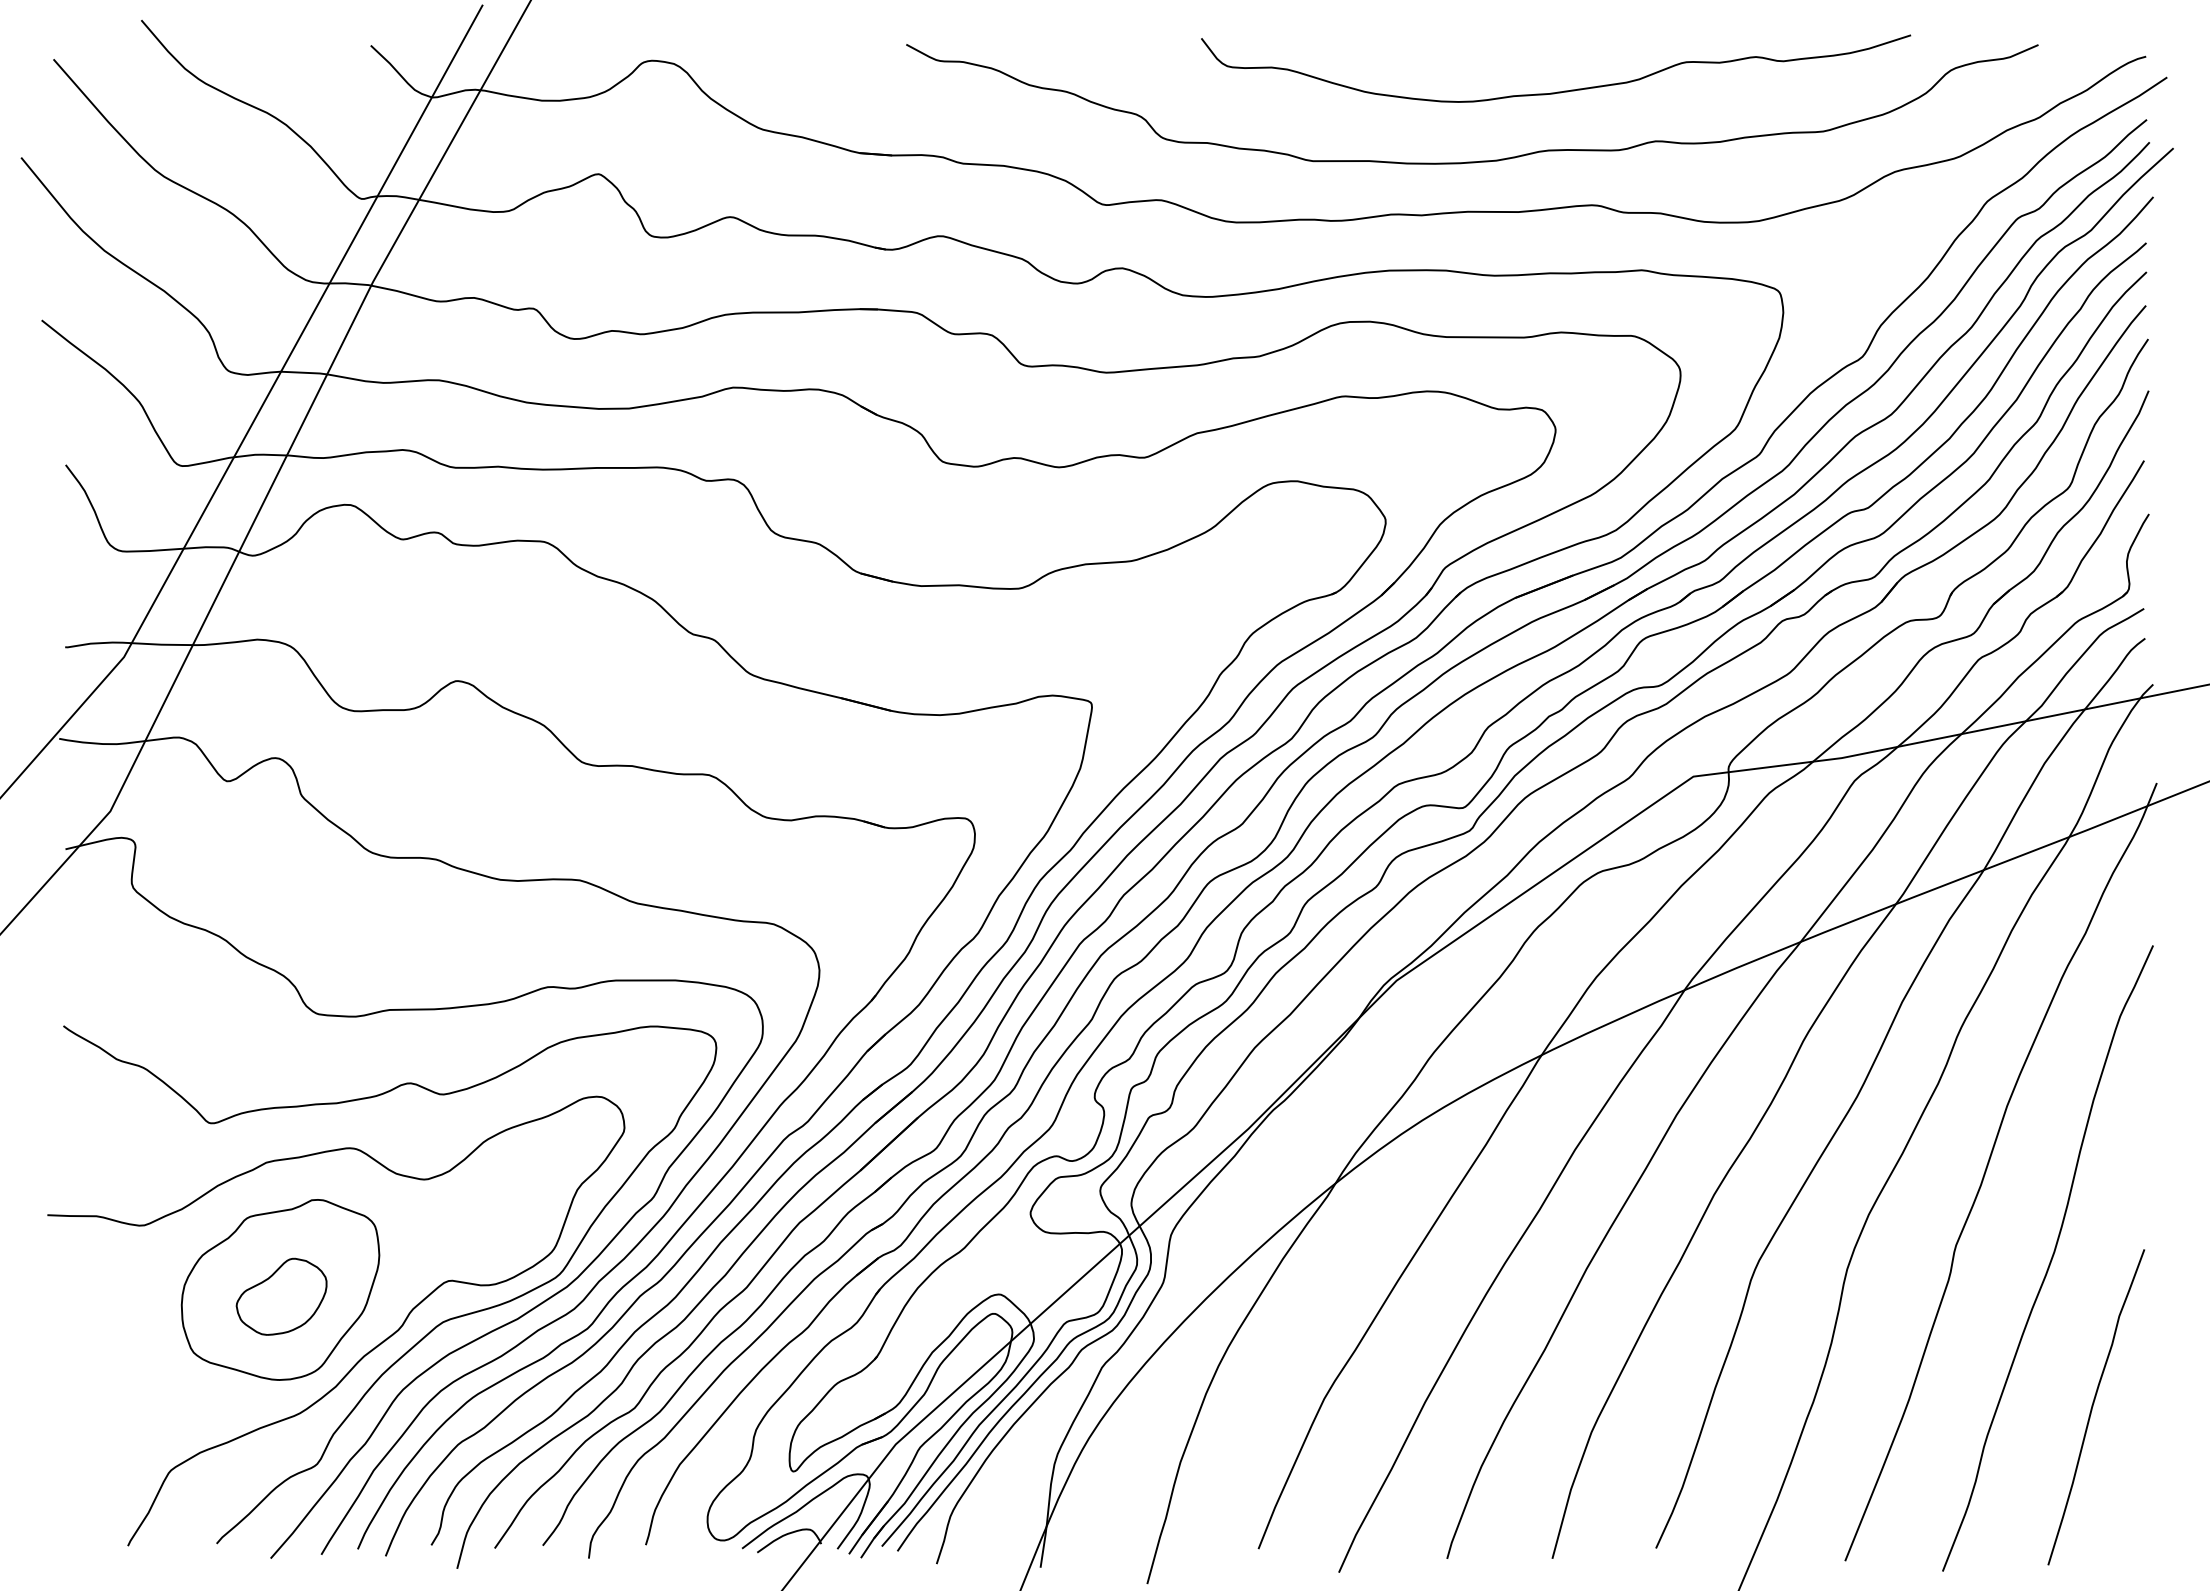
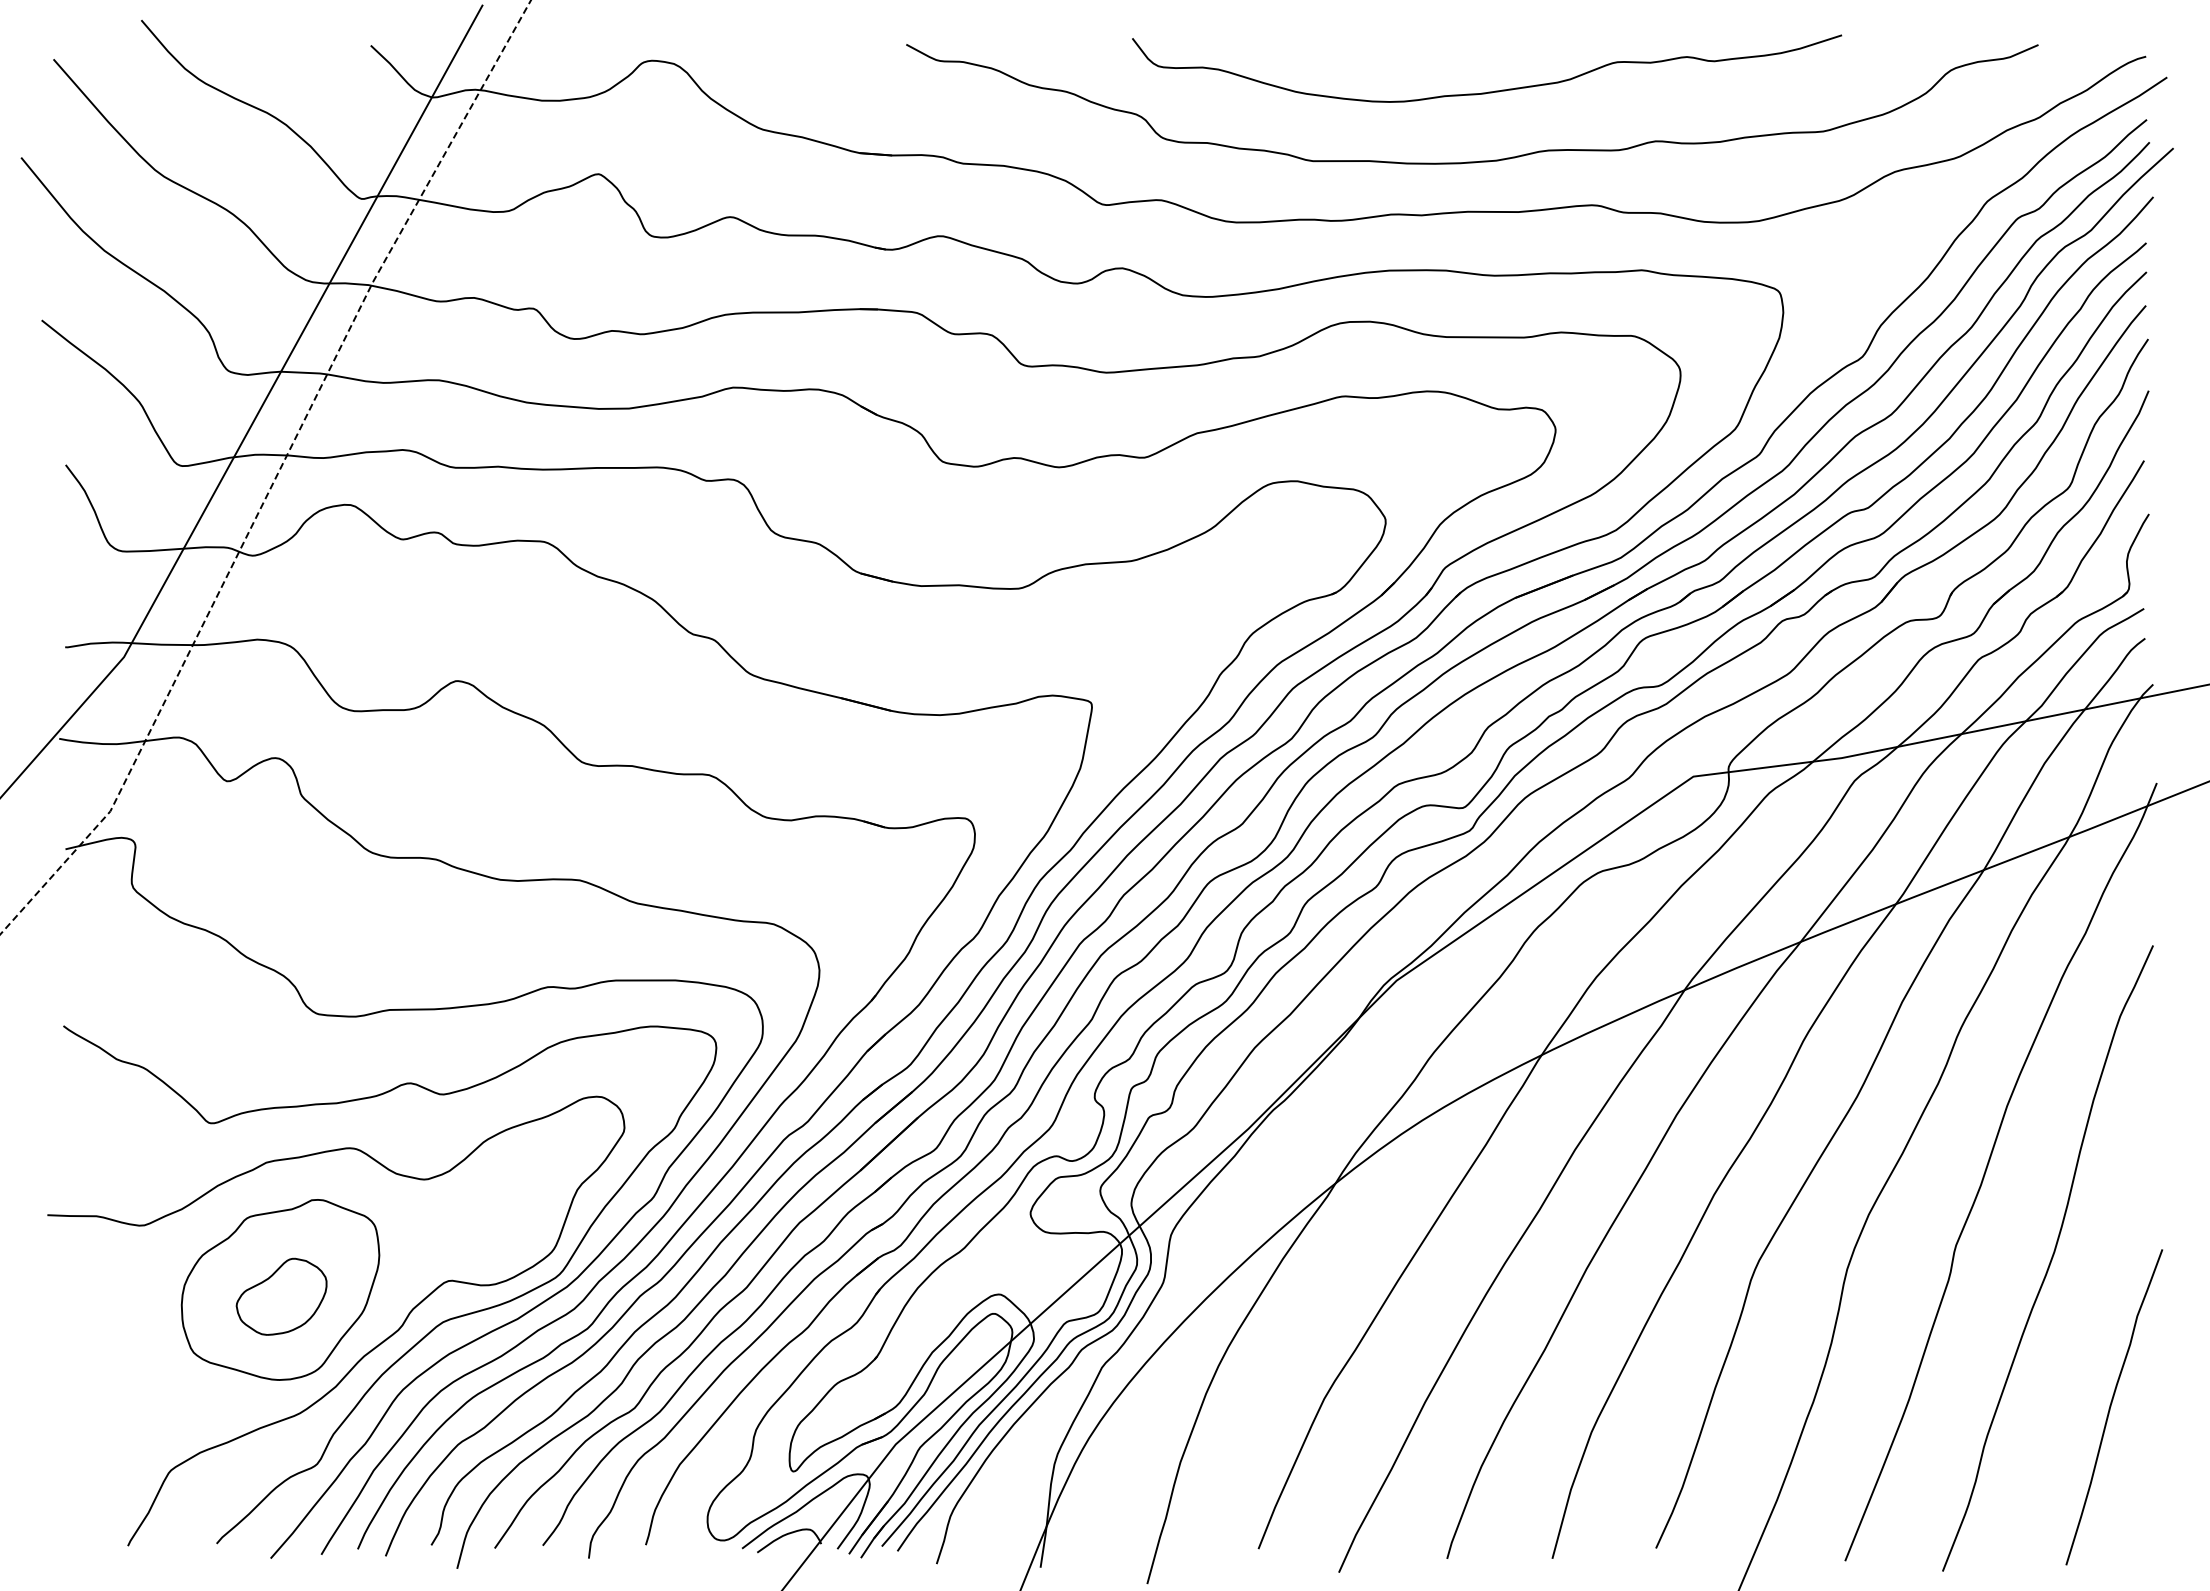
curve at (1557, 91) position: (1557, 91) -> (1488, 91)
line at (276, 475): solid -> dashed
curve at (2093, 1406) position: (2093, 1406) -> (2111, 1406)
